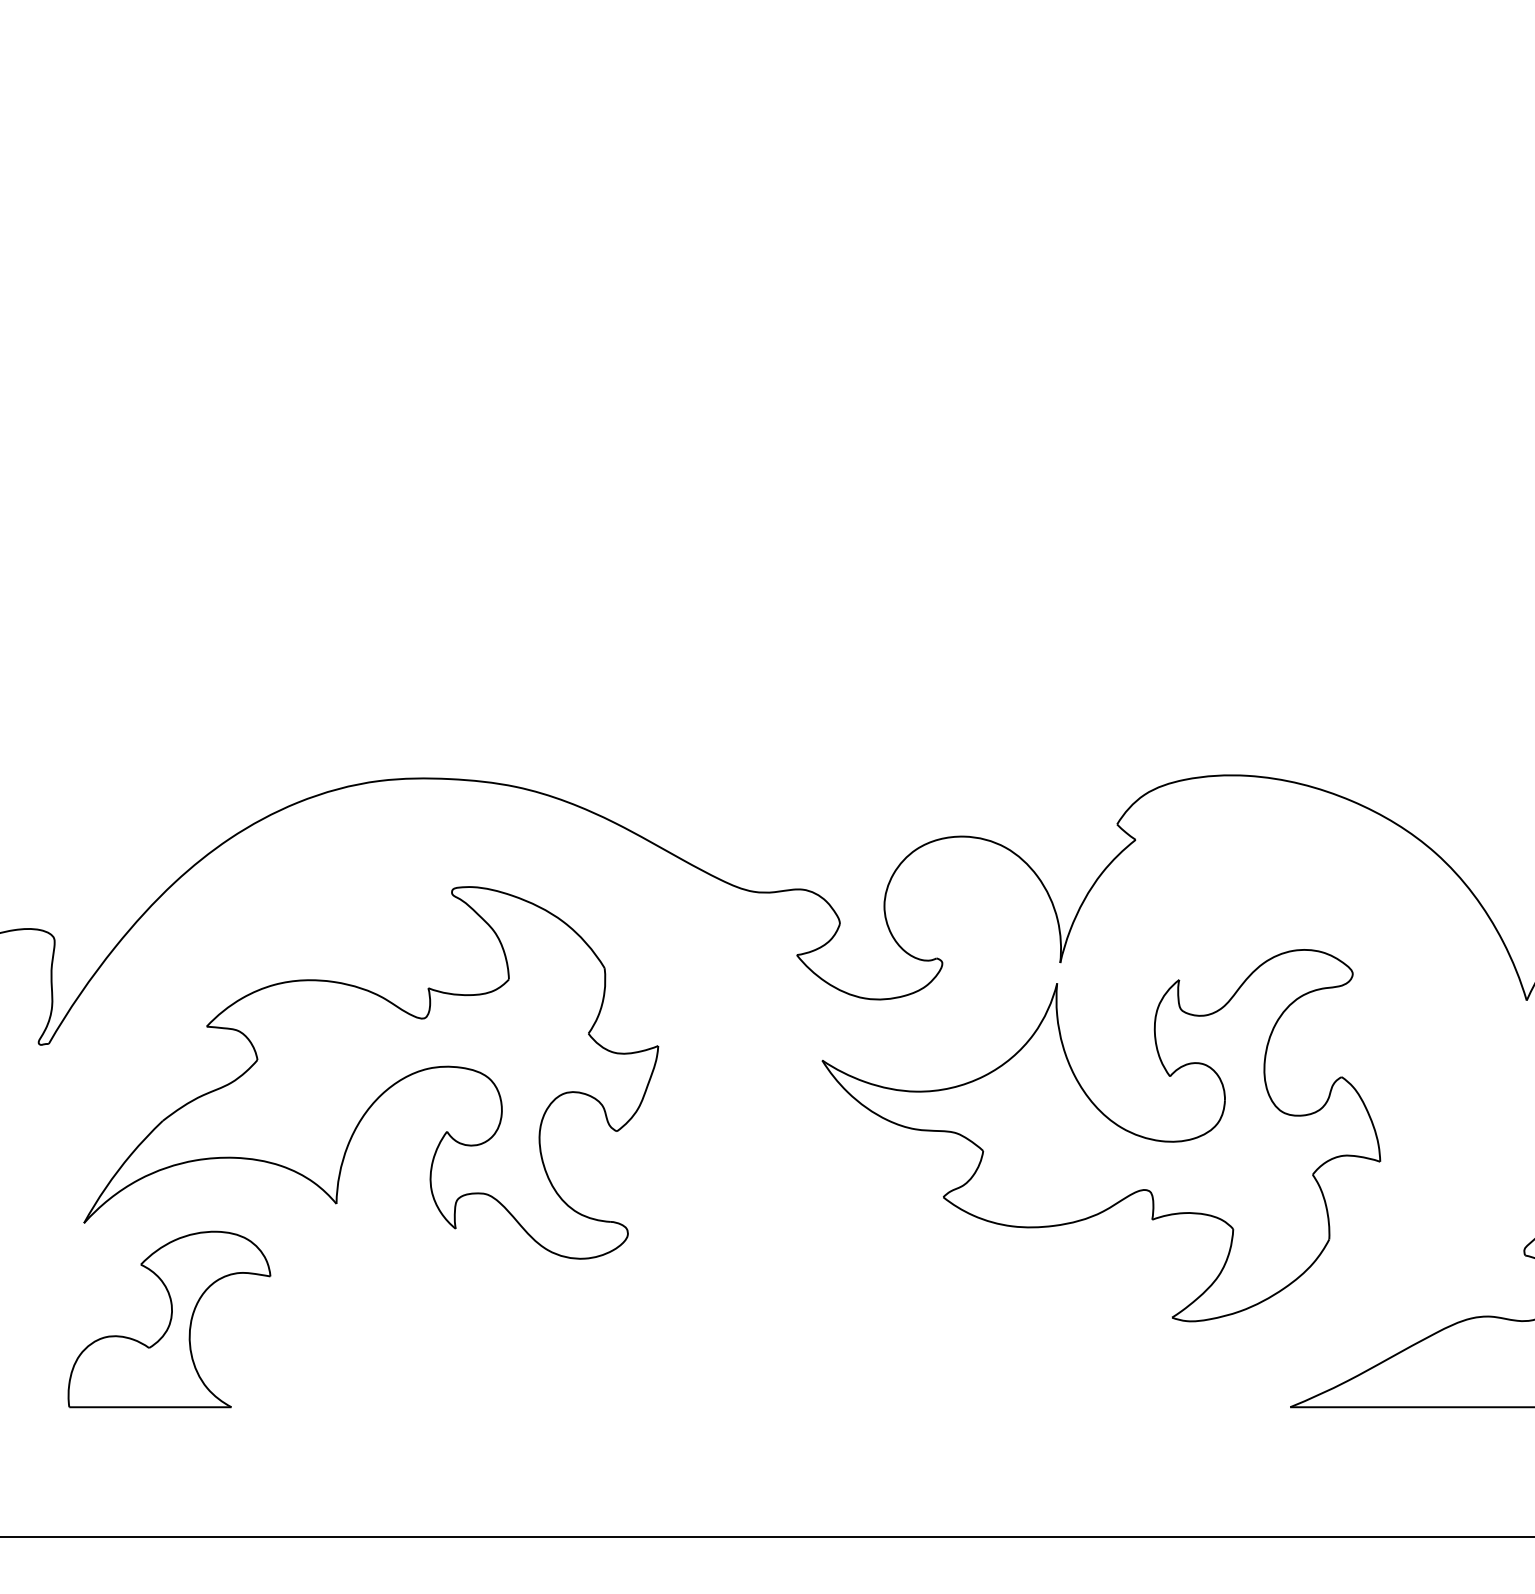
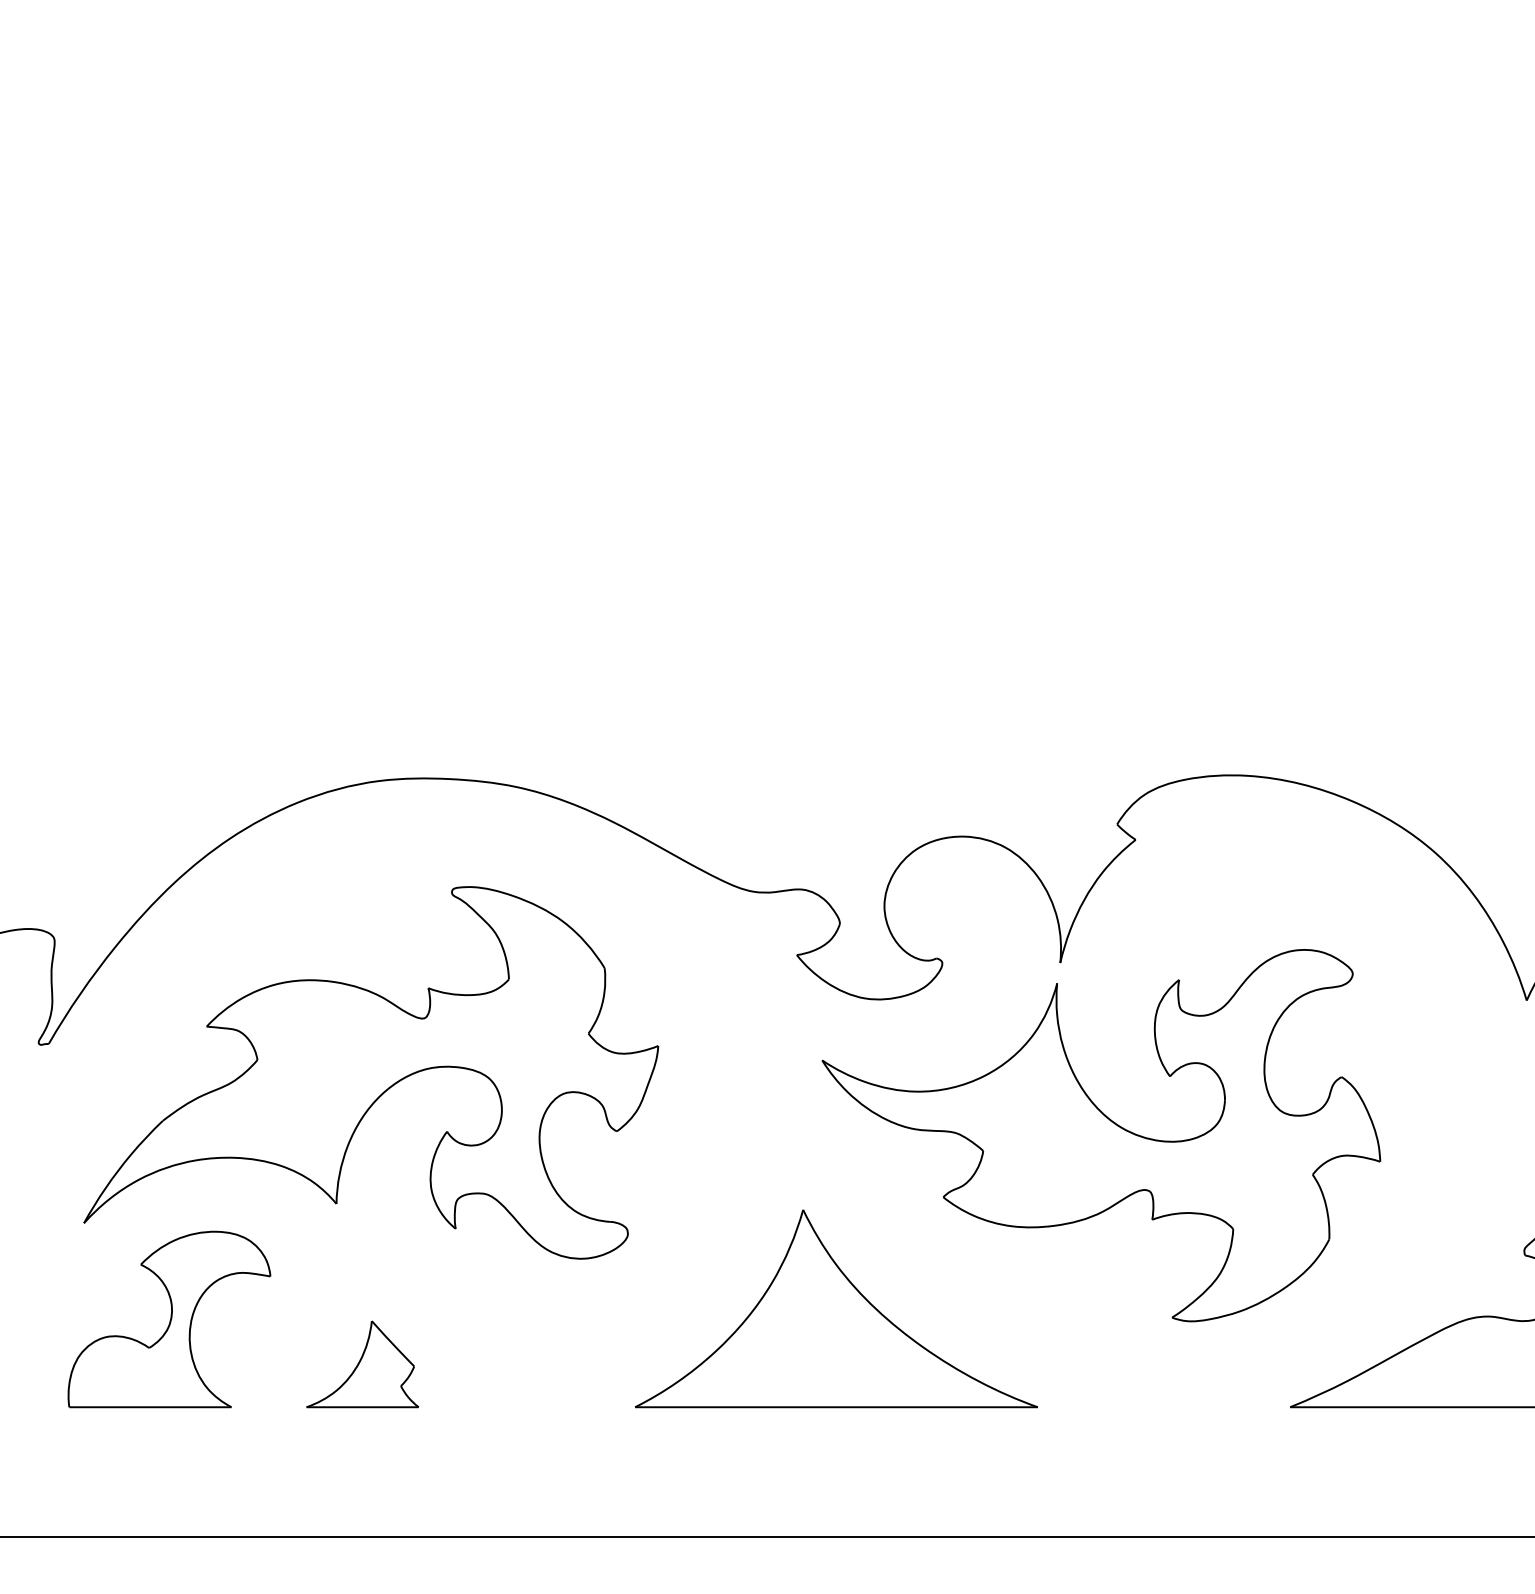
part at (836, 1308): none -> present
part at (362, 1364): none -> present
